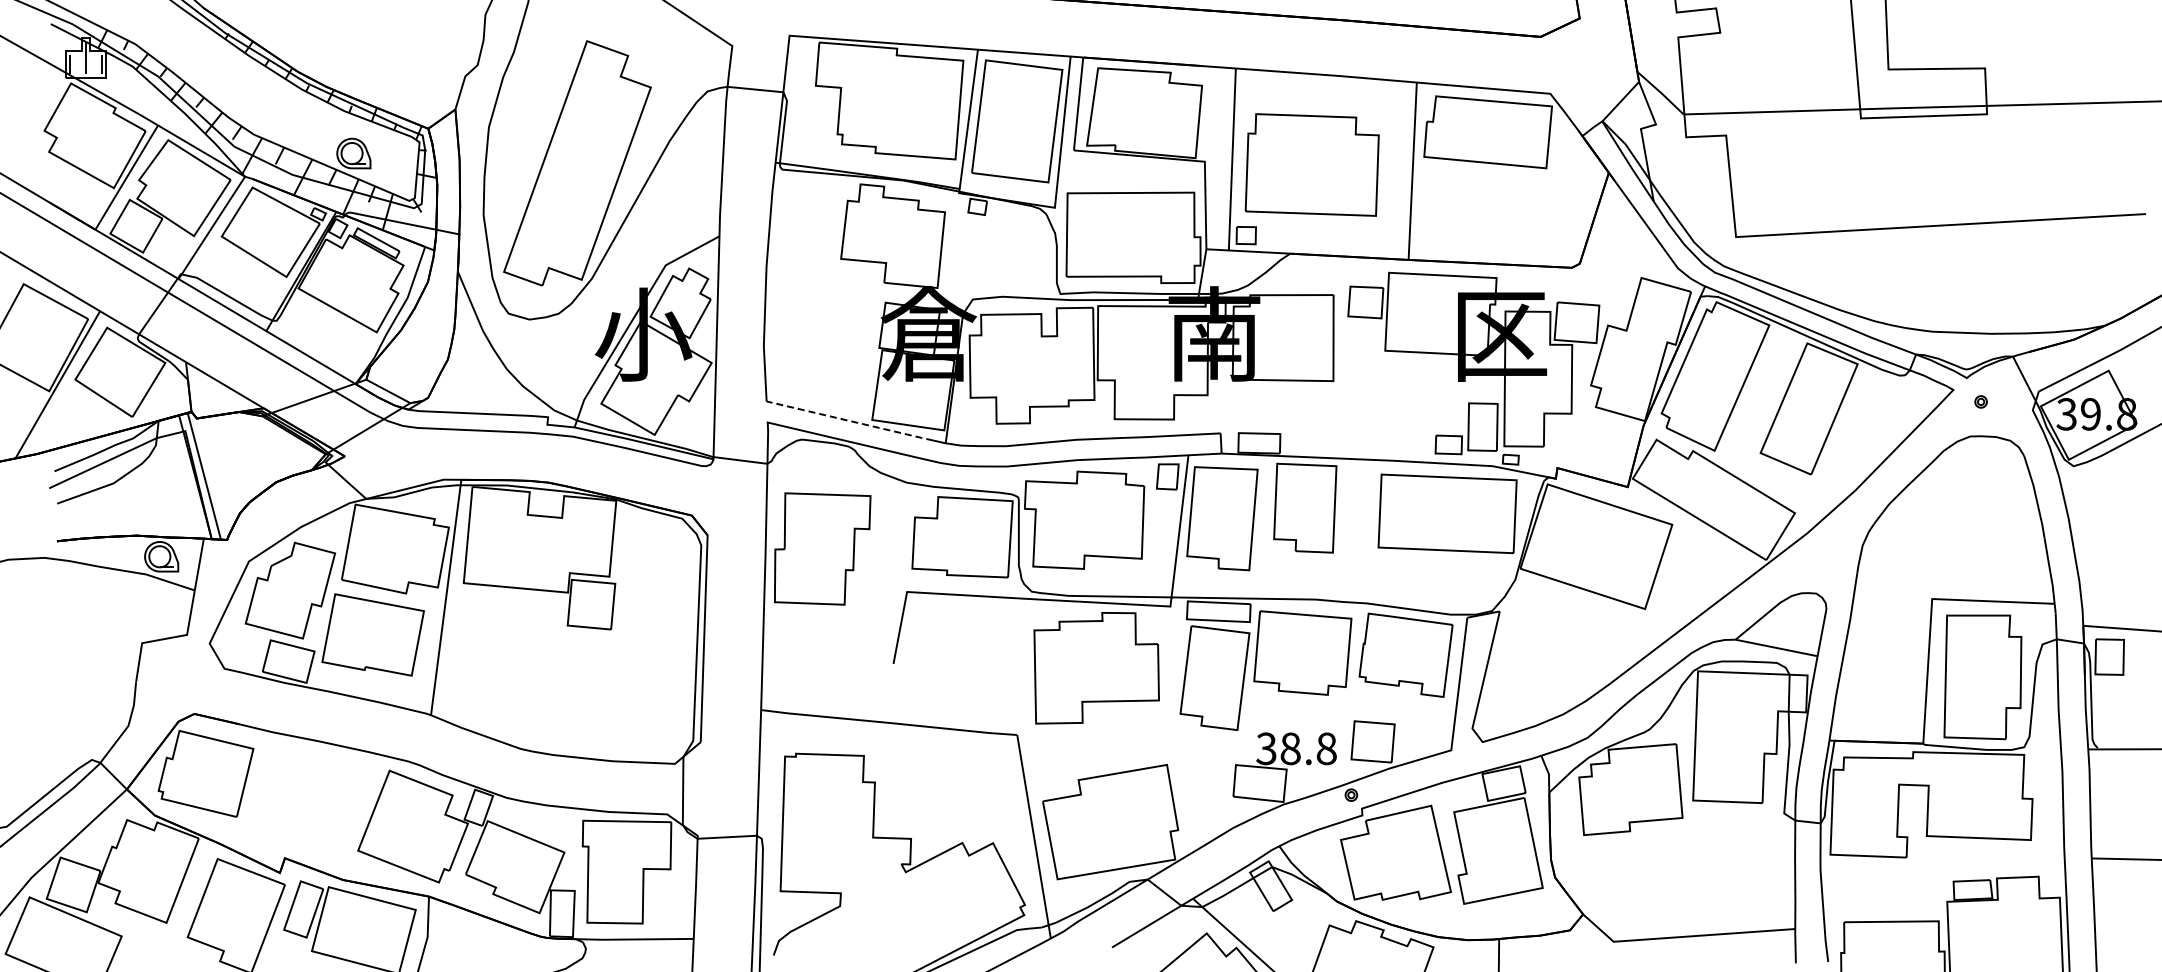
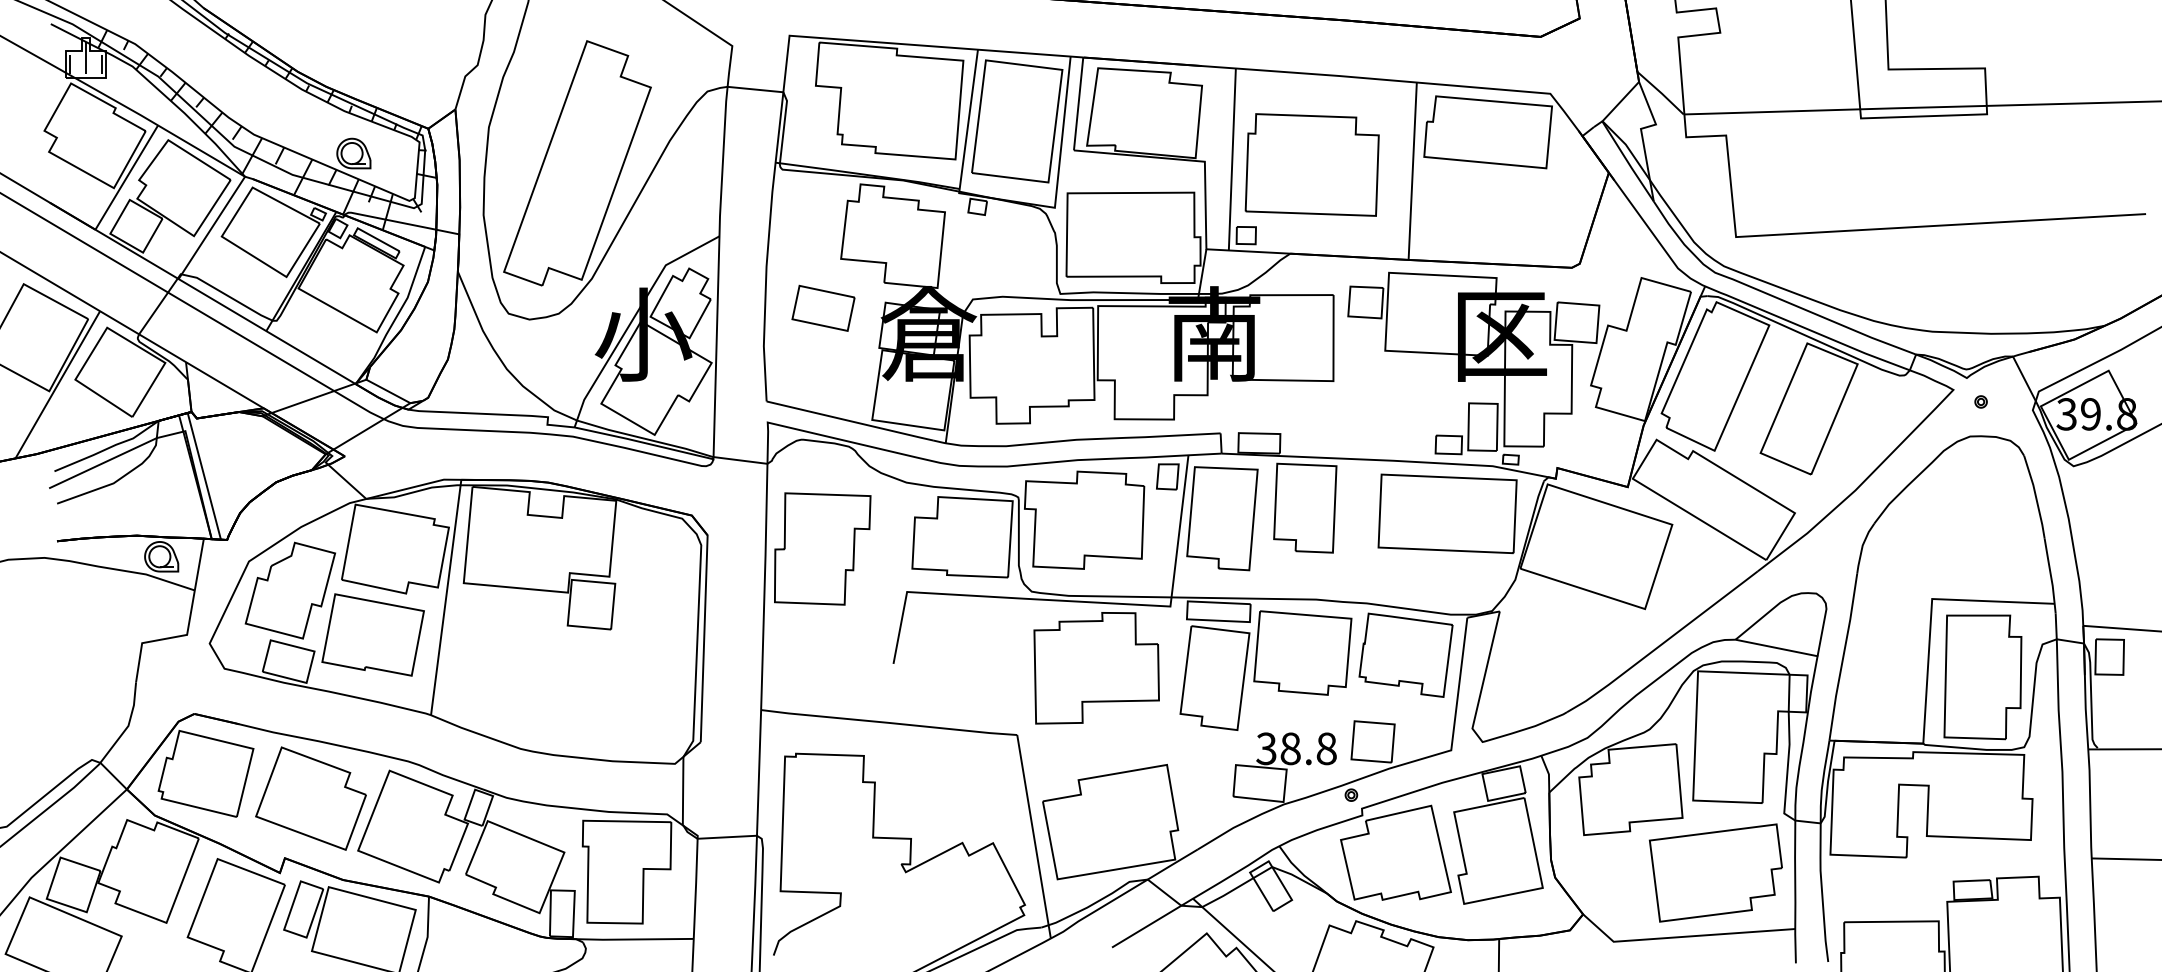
part at (823, 307): none -> present
line at (850, 421): dashed -> solid
part at (310, 798): none -> present
part at (1715, 872): none -> present
